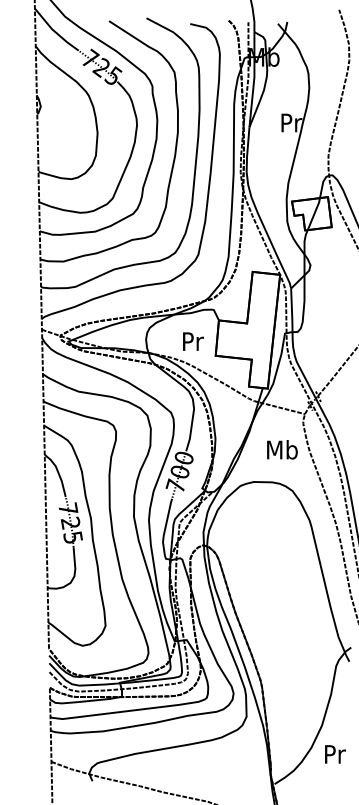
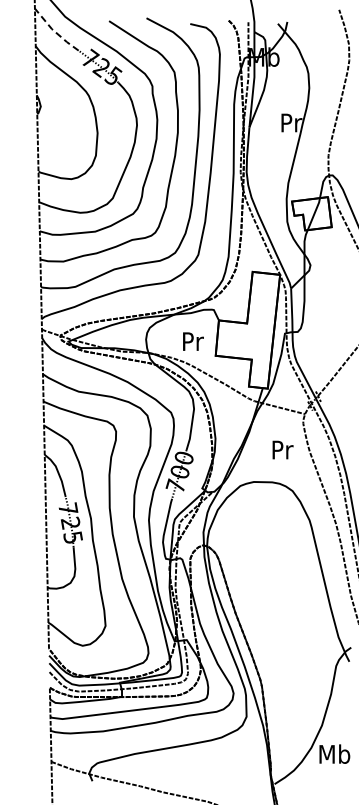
line at (55, 31): solid -> dashed
text at (282, 449): Mb -> Pr
text at (334, 753): Pr -> Mb
